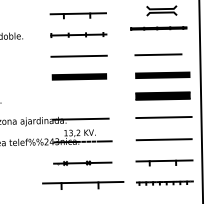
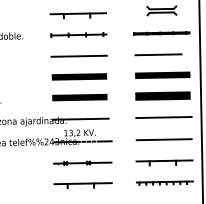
part at (158, 28) position: (158, 28) -> (161, 33)
fill at (79, 97): none -> present
part at (83, 185) size: 83x9 px -> 60x8 px
